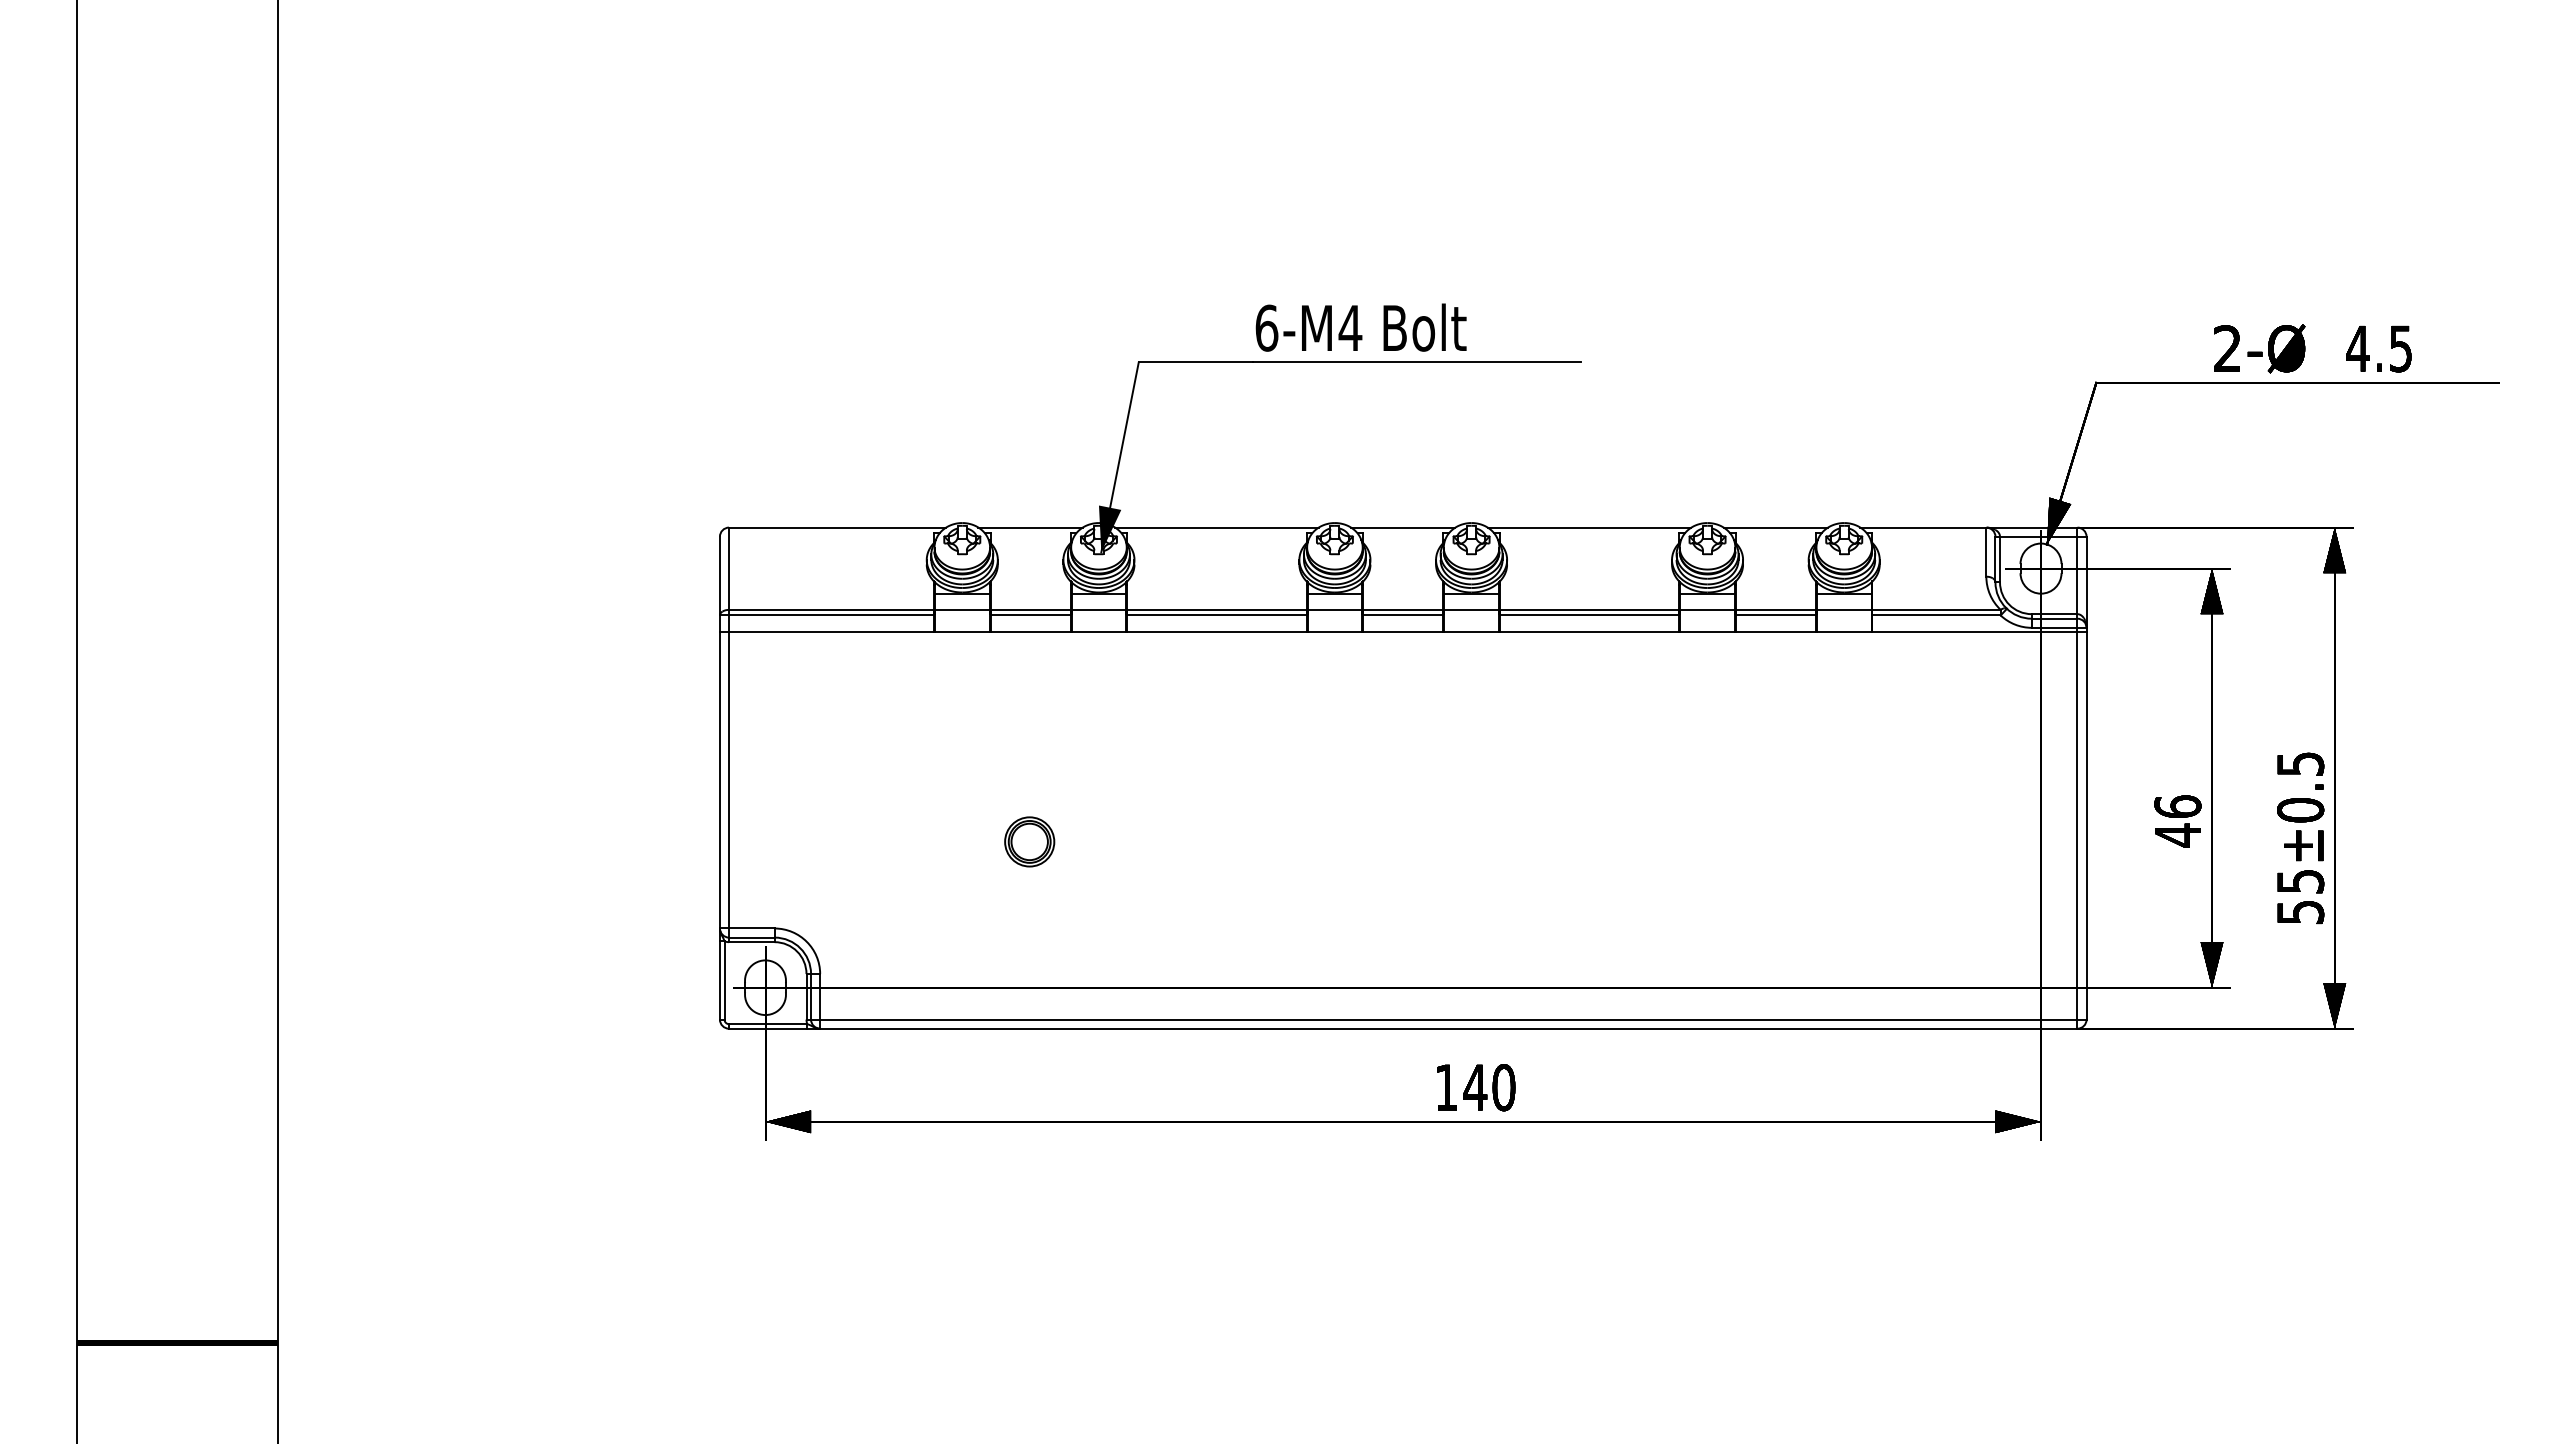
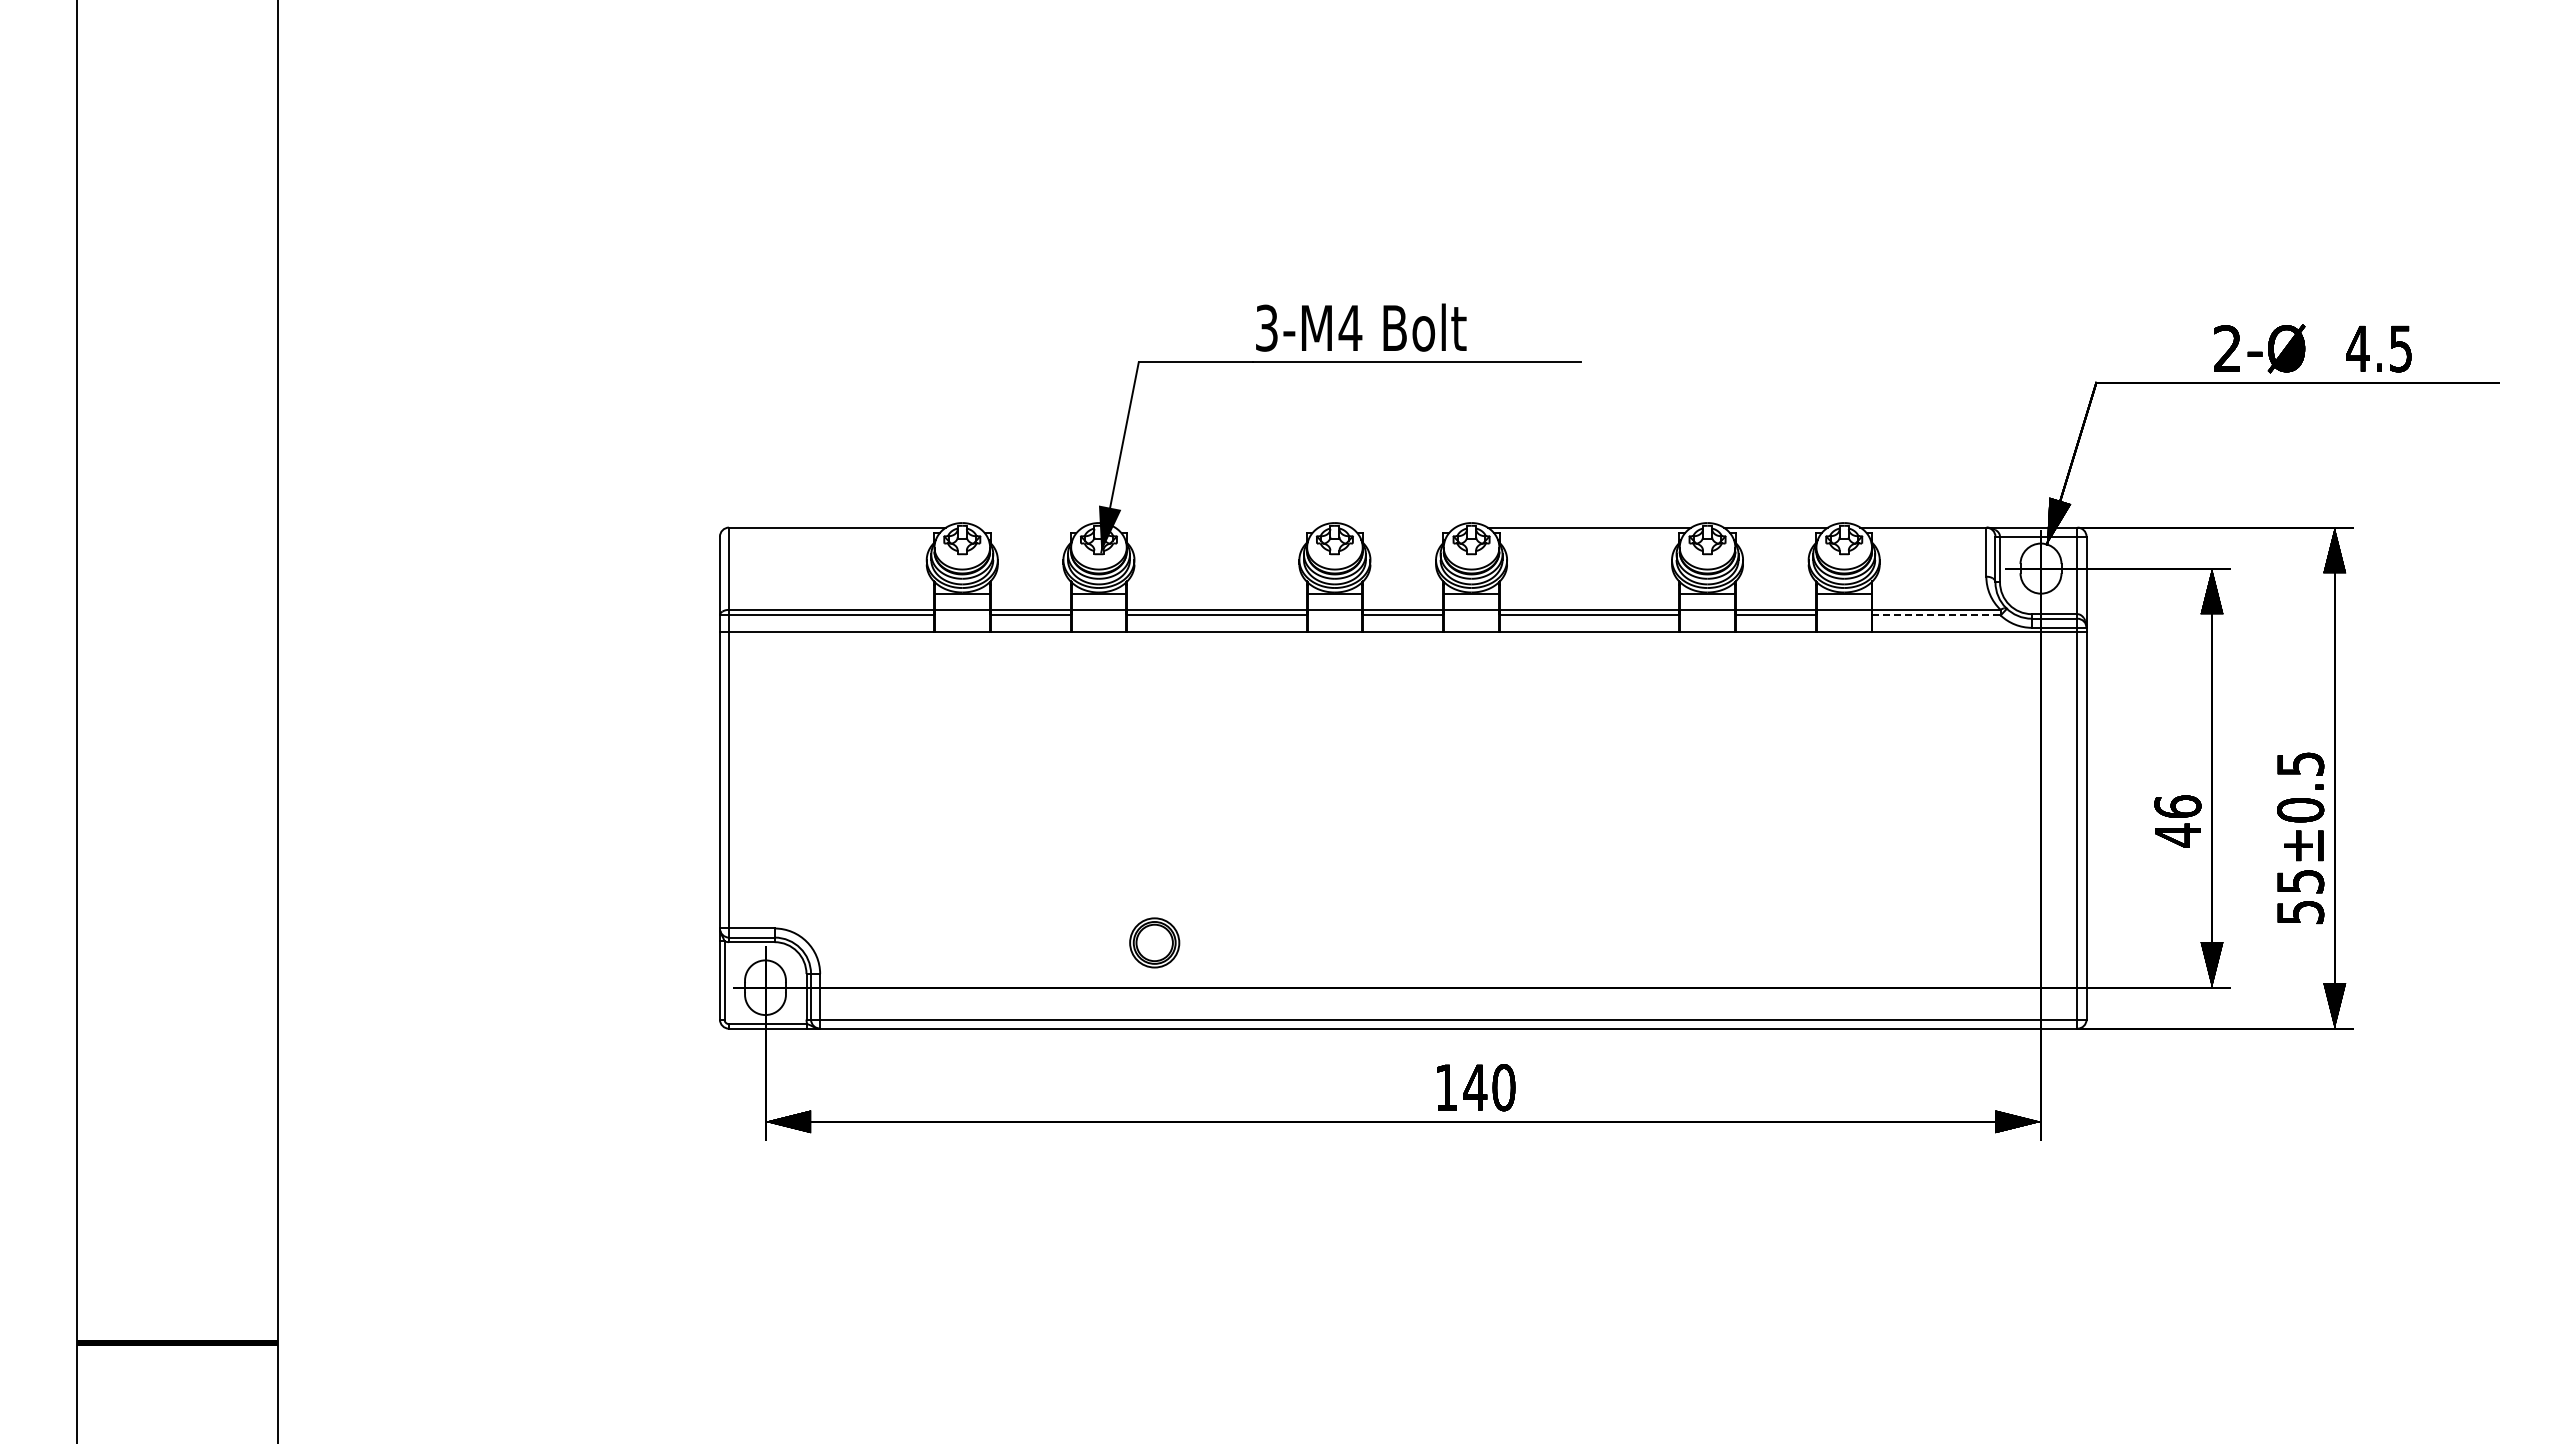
text at (1266, 327): 6-M4 -> 3-M4
line at (1030, 527): present -> none
line at (1216, 527): present -> none
line at (1403, 527): present -> none
line at (1937, 615): solid -> dashed
part at (1029, 841) position: (1029, 841) -> (1154, 942)
